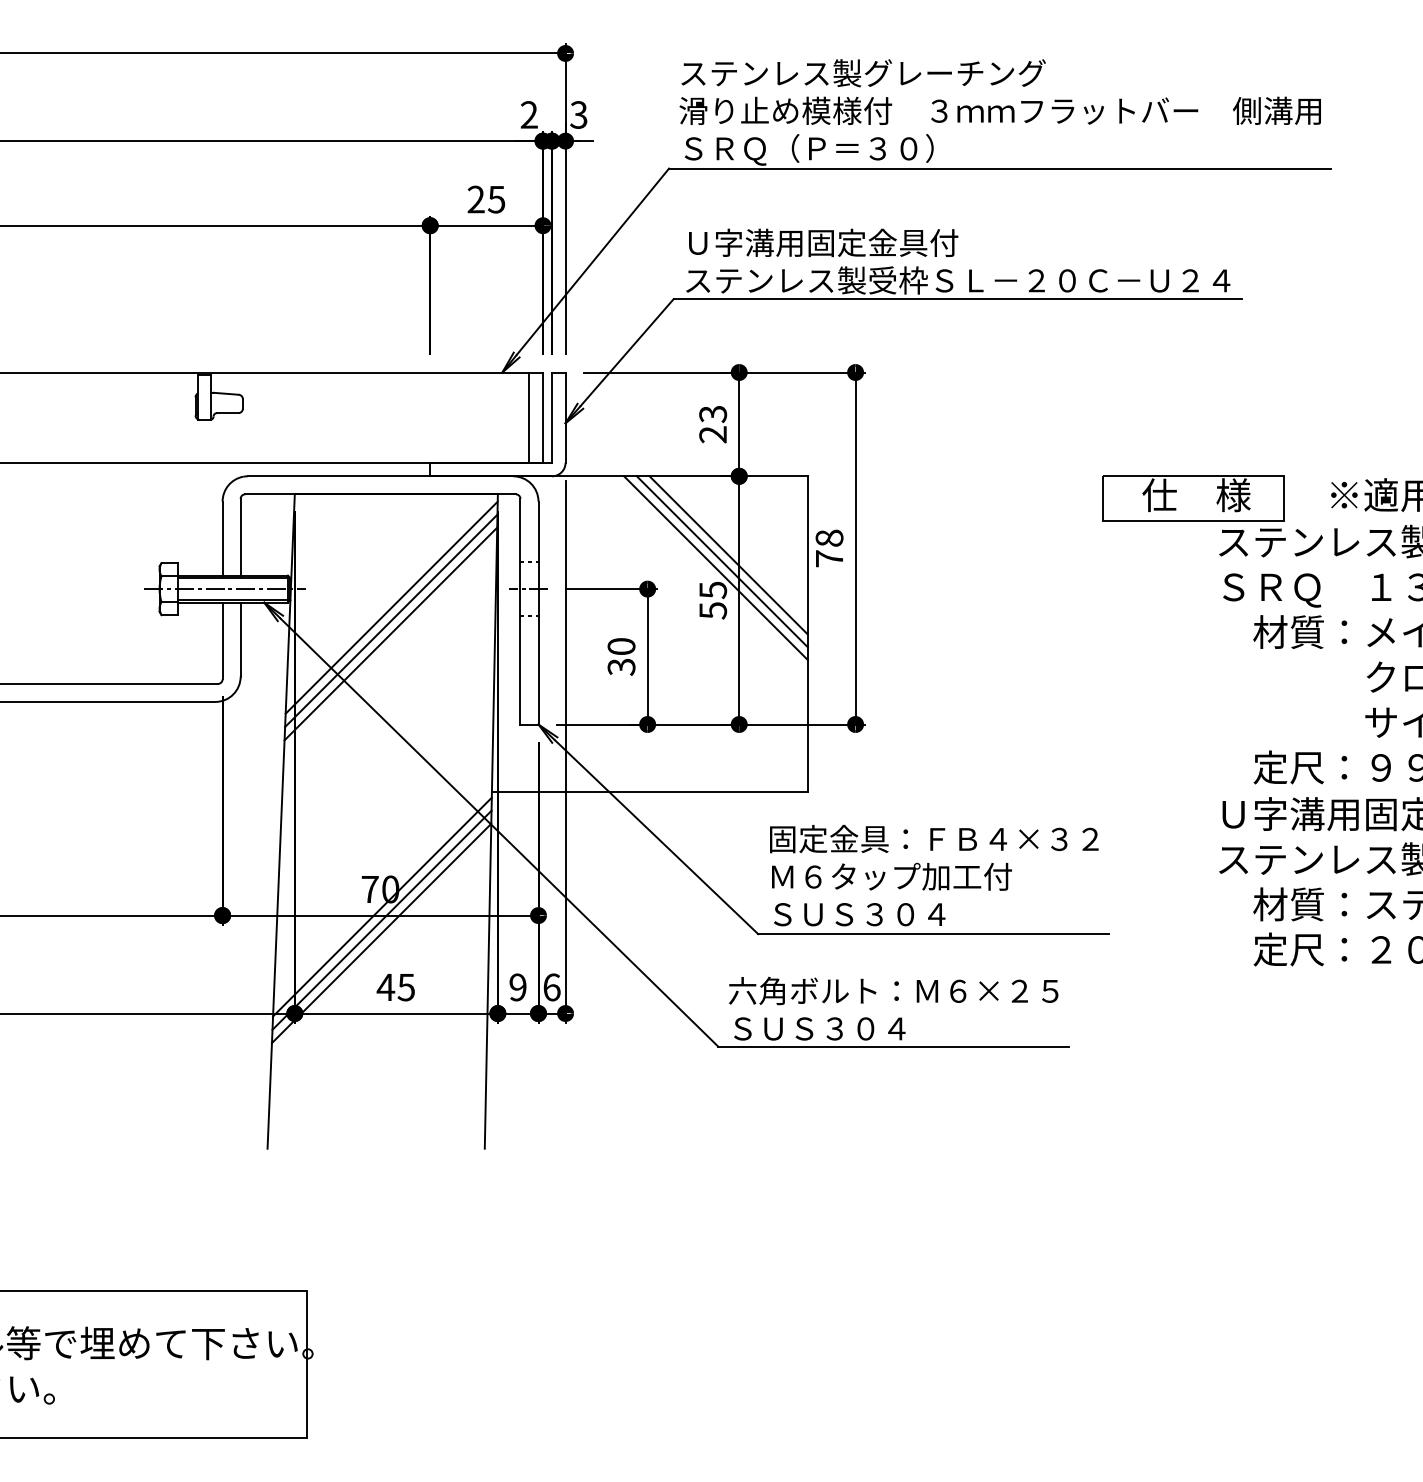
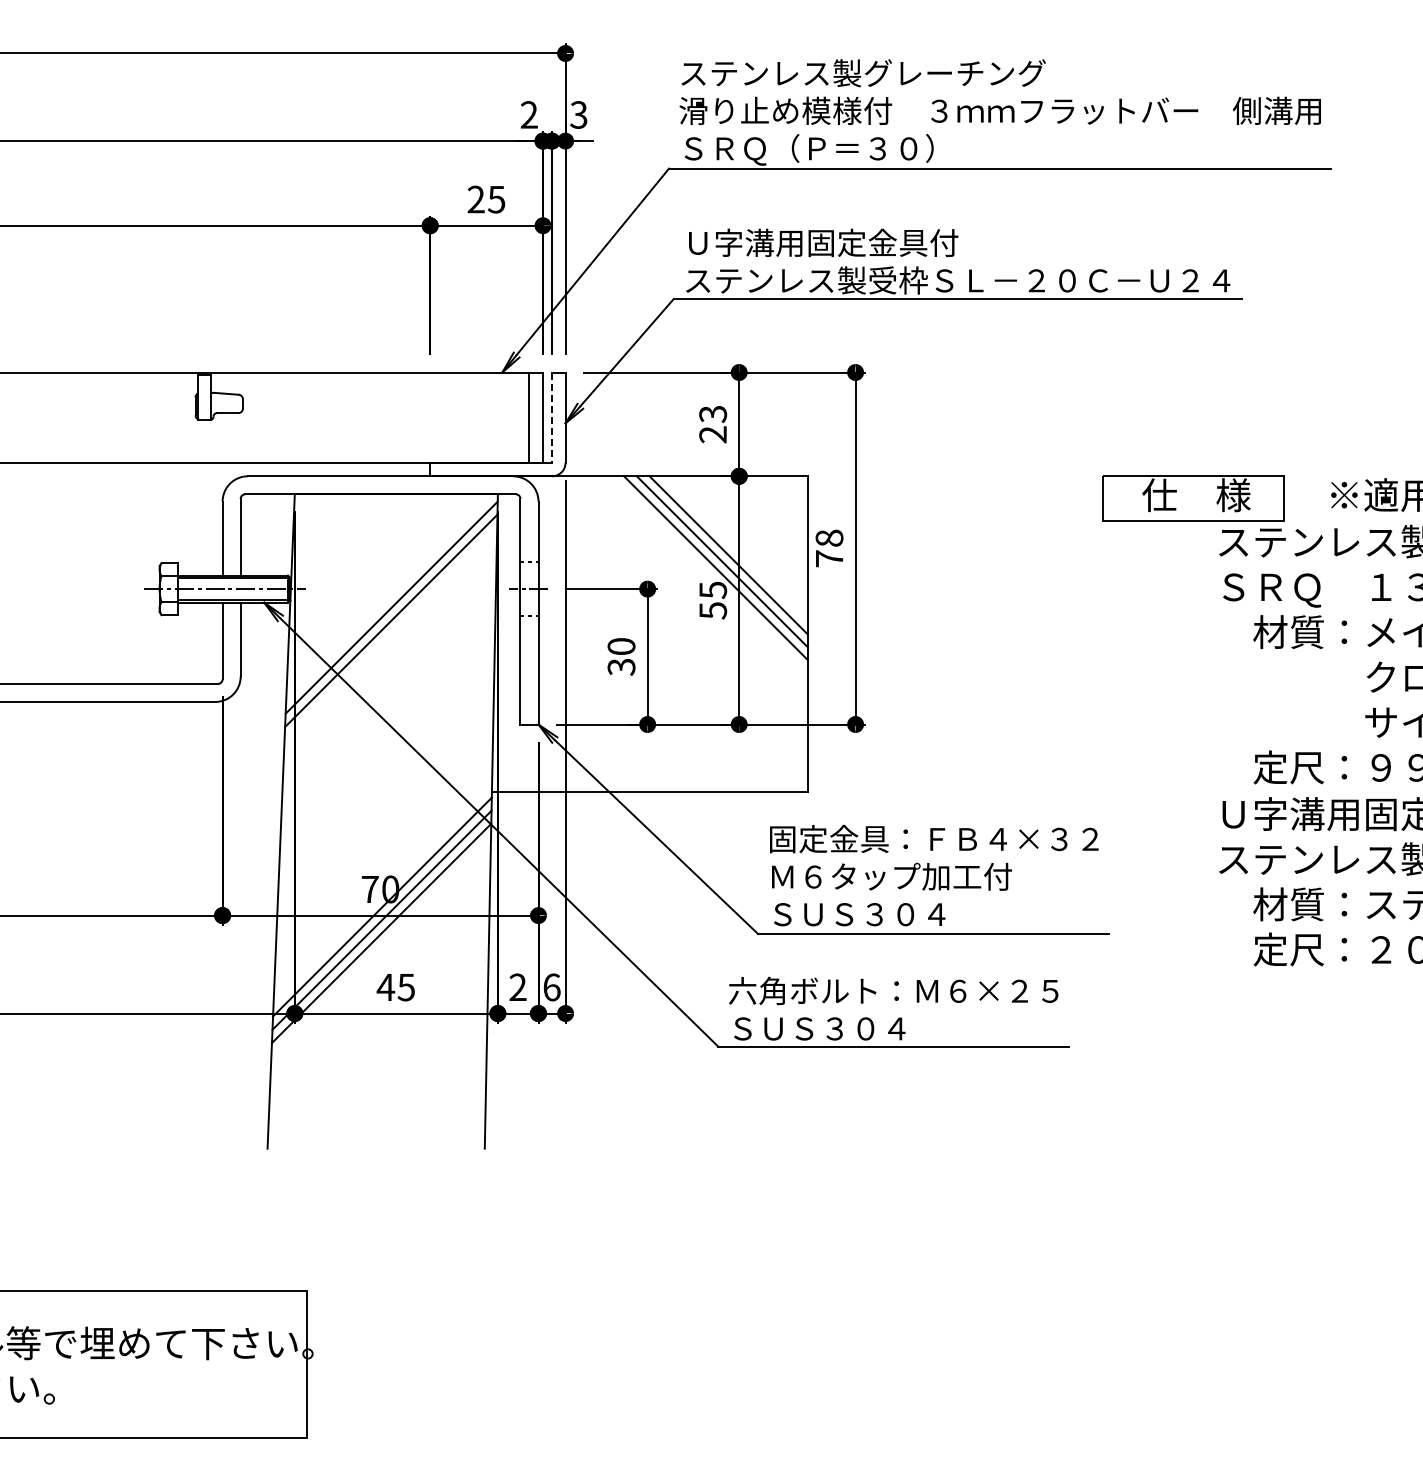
line at (552, 418): solid -> dashed
line at (390, 633): present -> none
text at (517, 987): 9 -> 2
